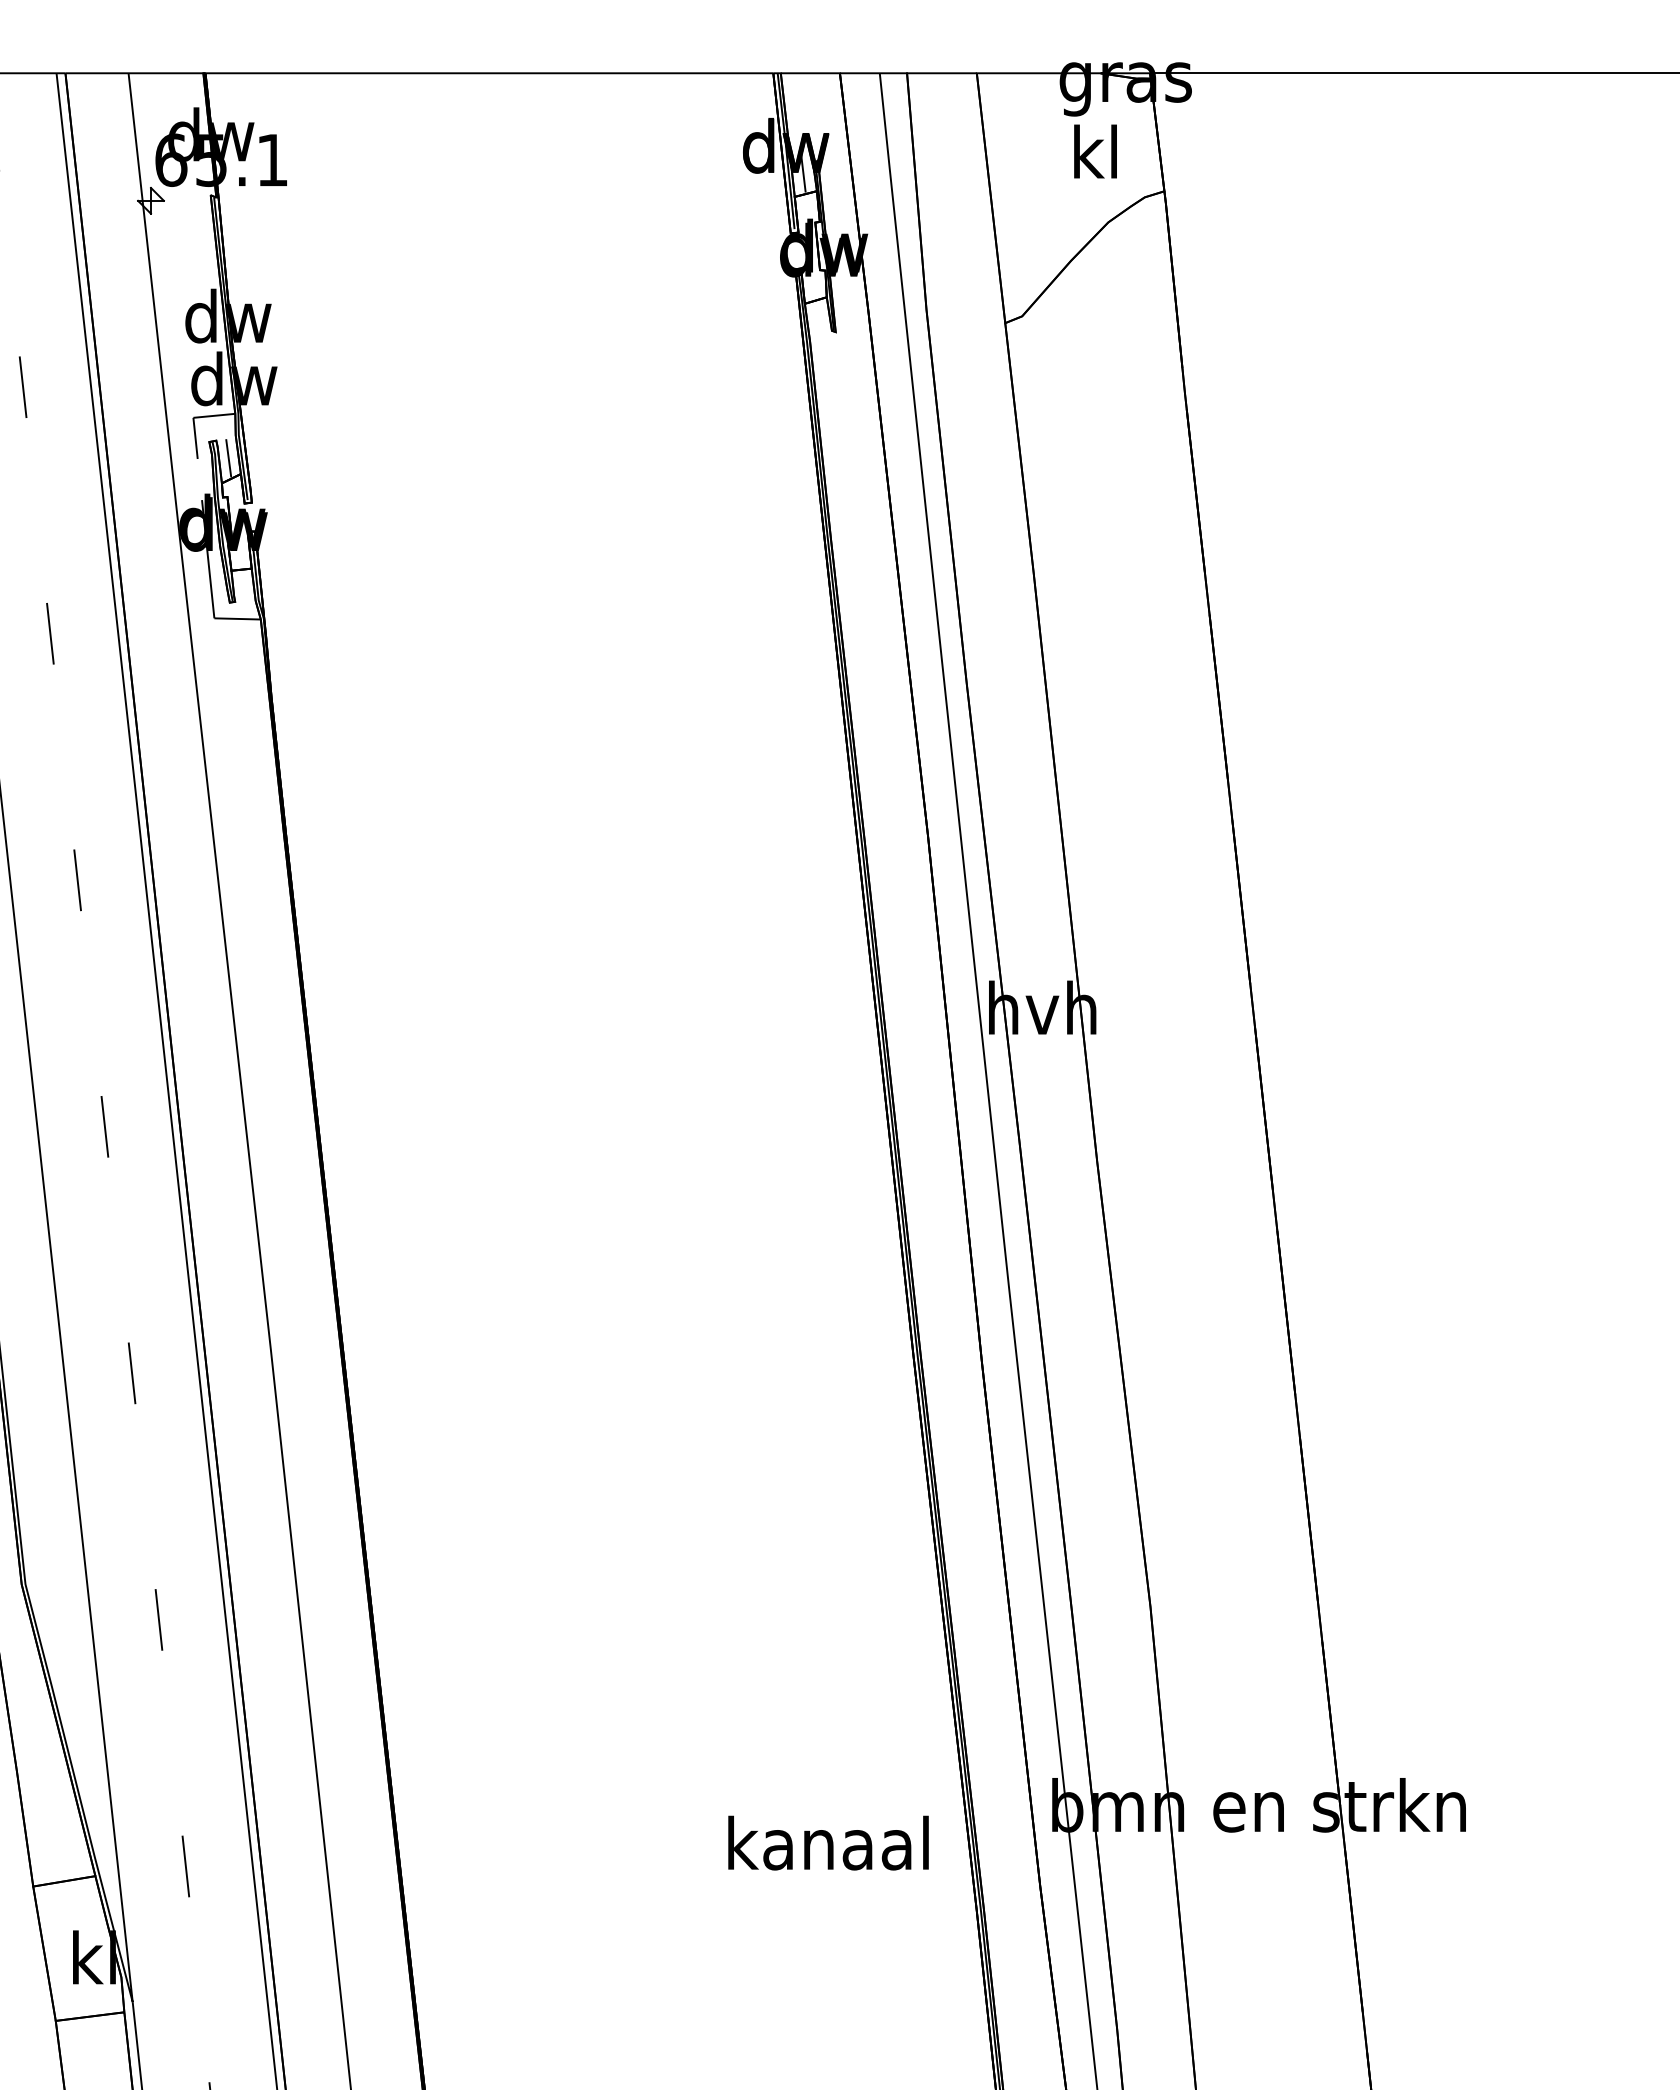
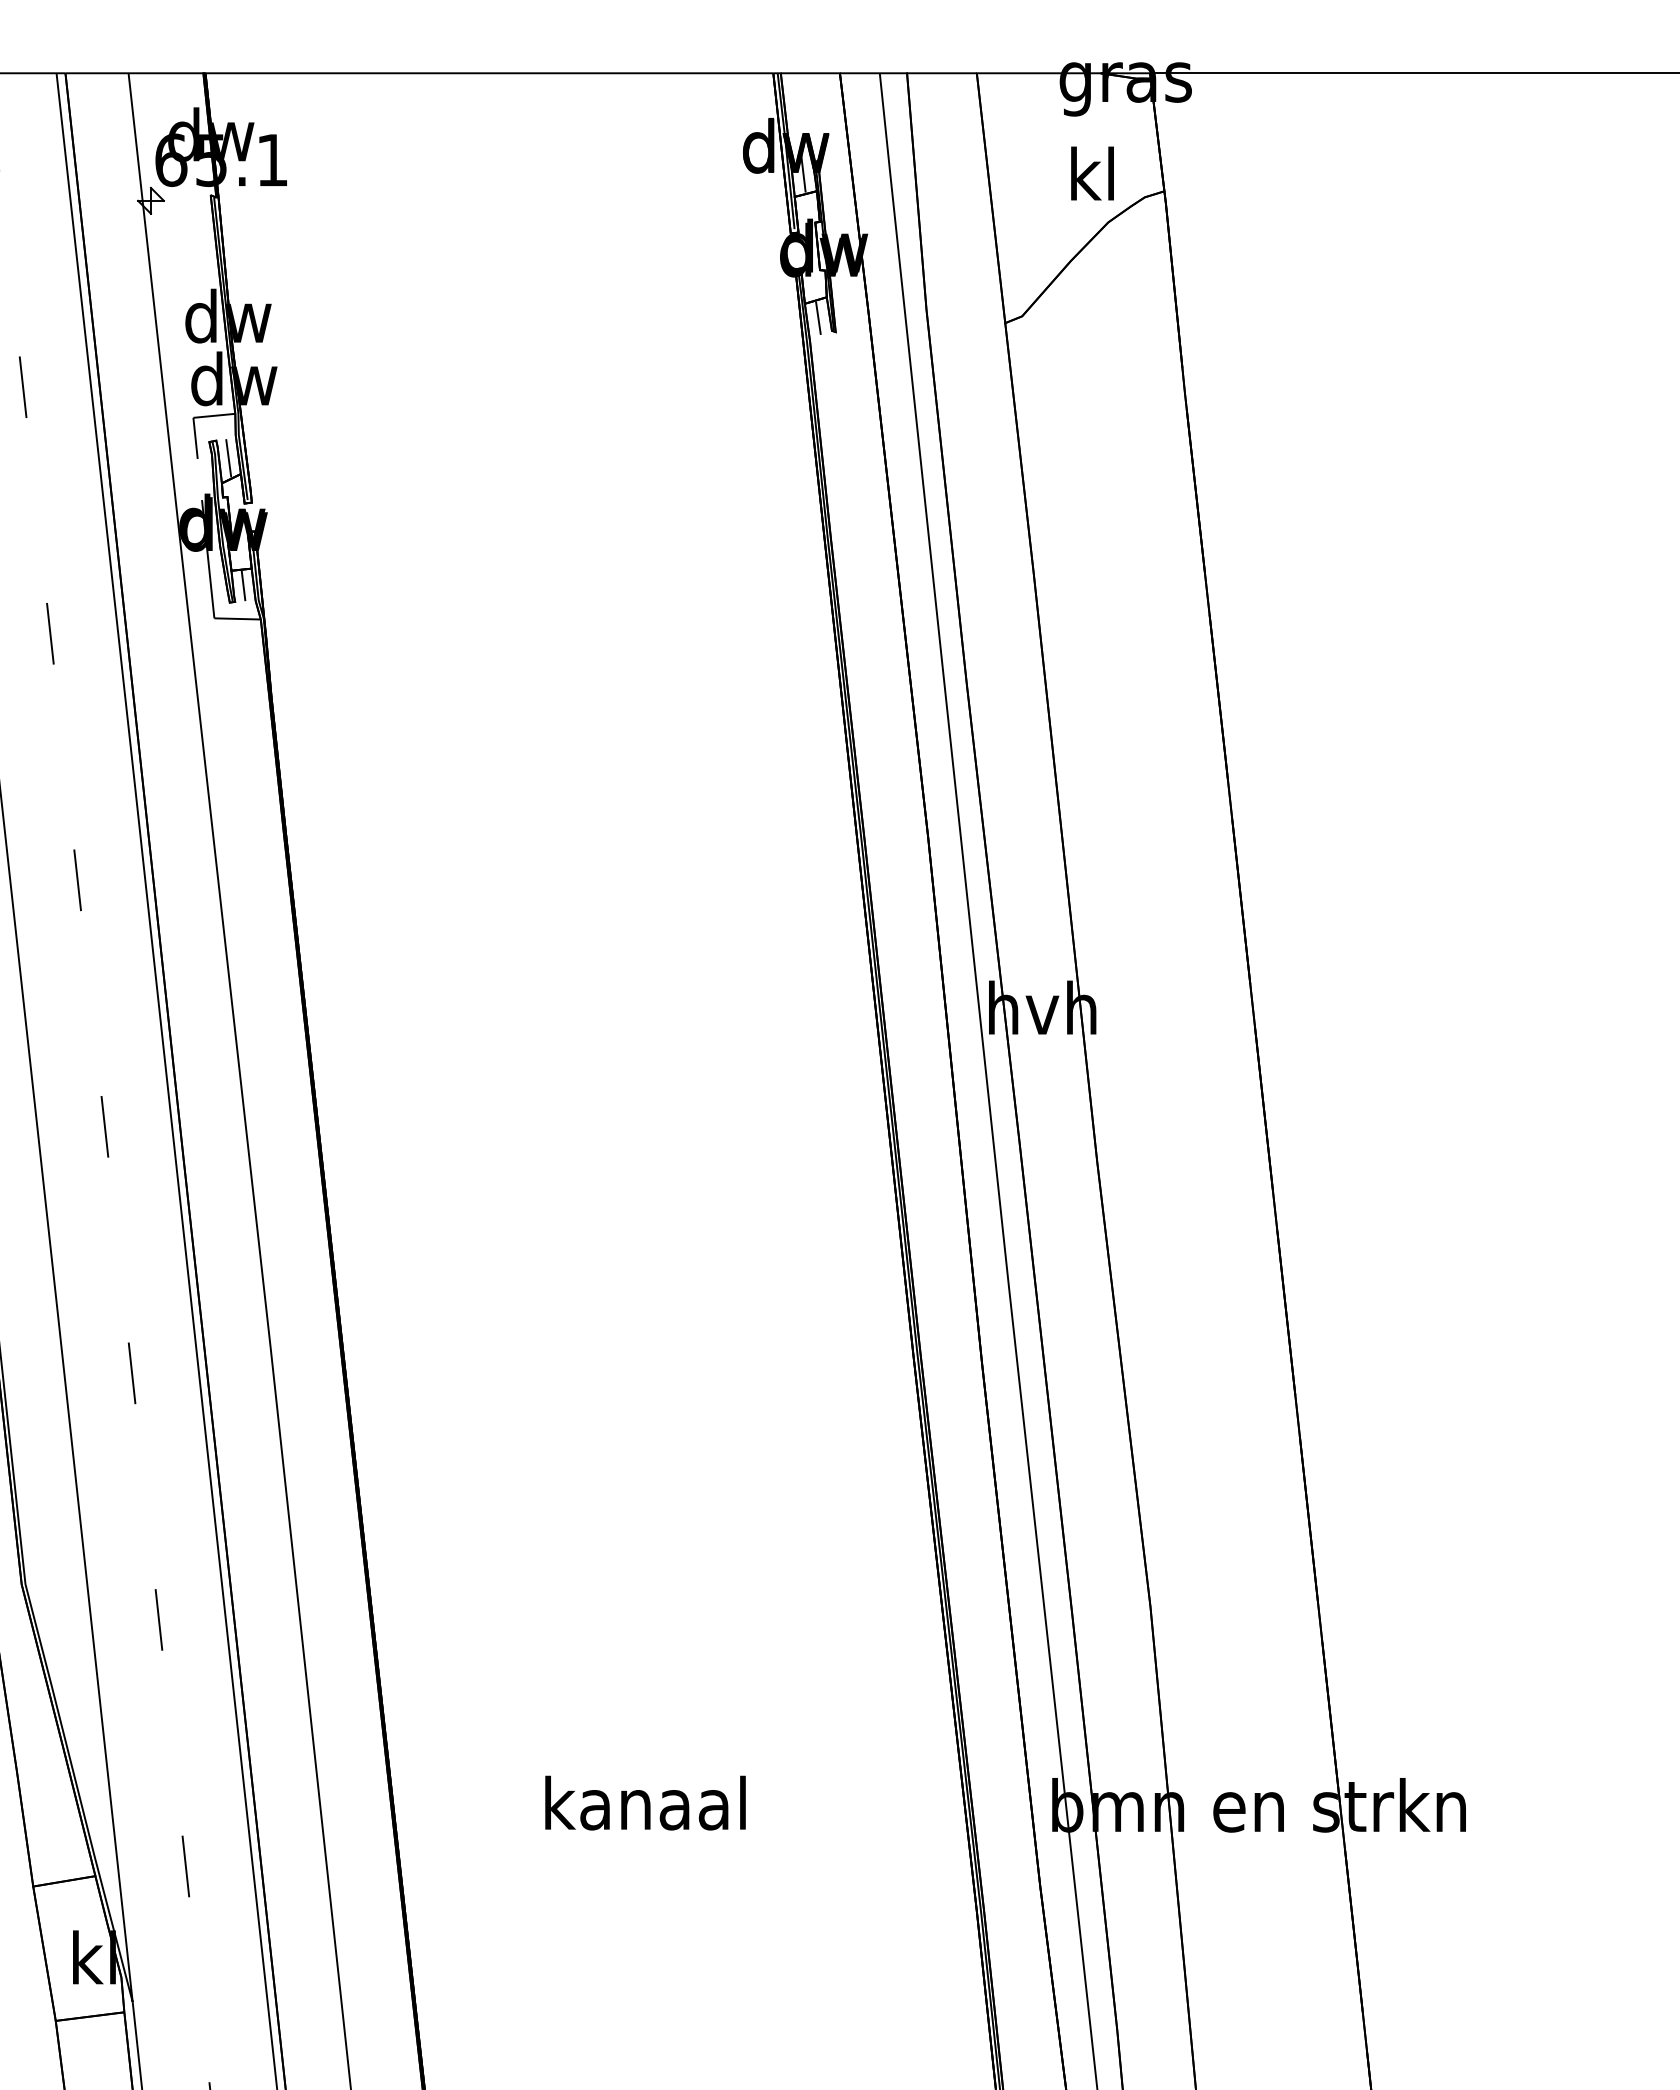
text at (1095, 151) position: (1095, 151) -> (1092, 173)
line at (818, 317): none -> present
line at (243, 585): none -> present
text at (828, 1842) position: (828, 1842) -> (645, 1802)
